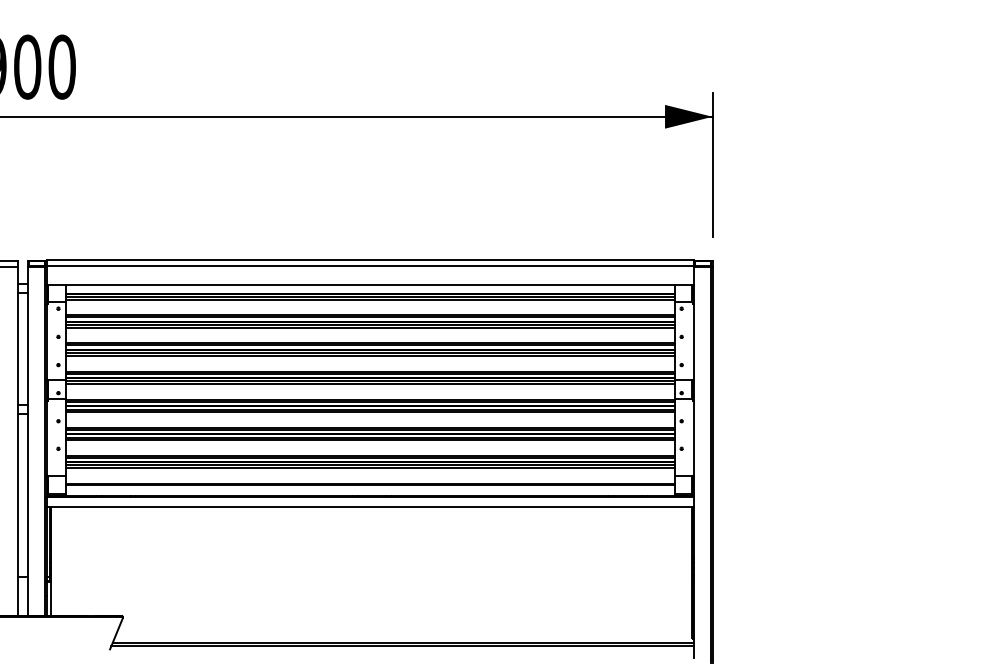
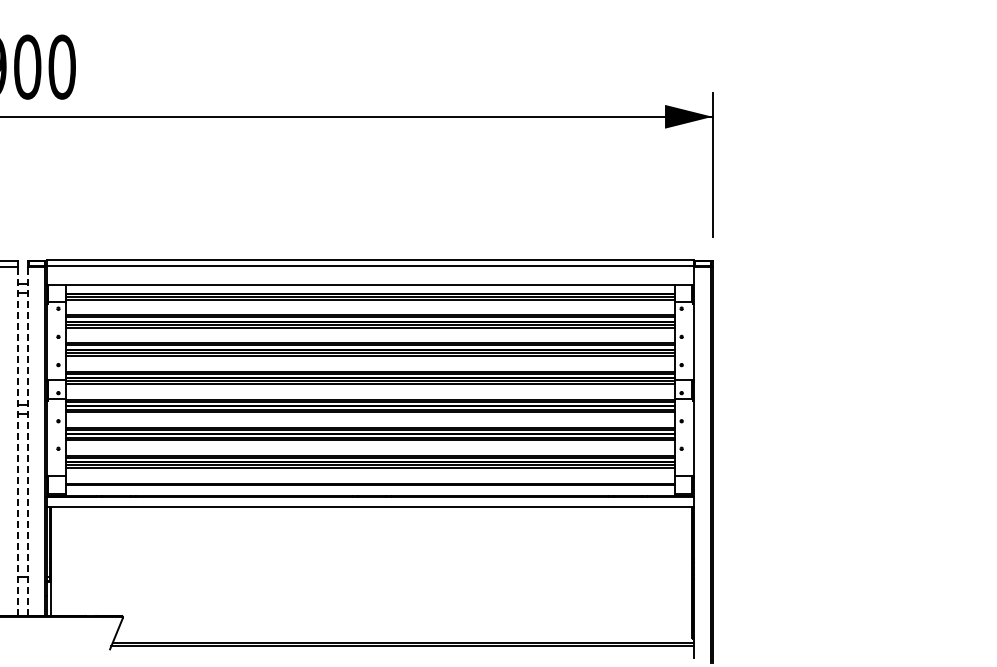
line at (18, 441): solid -> dashed
line at (27, 441): solid -> dashed
